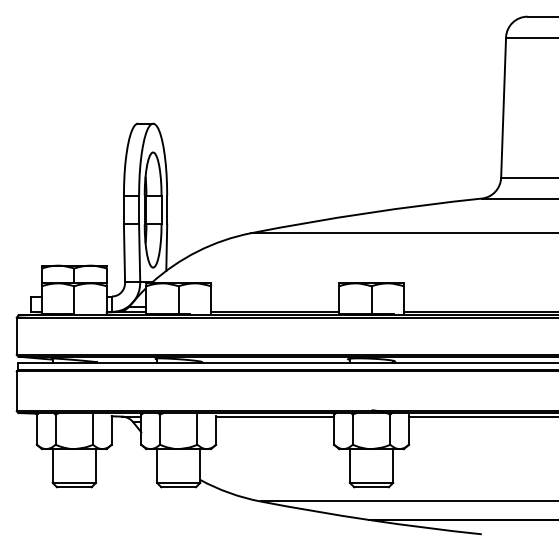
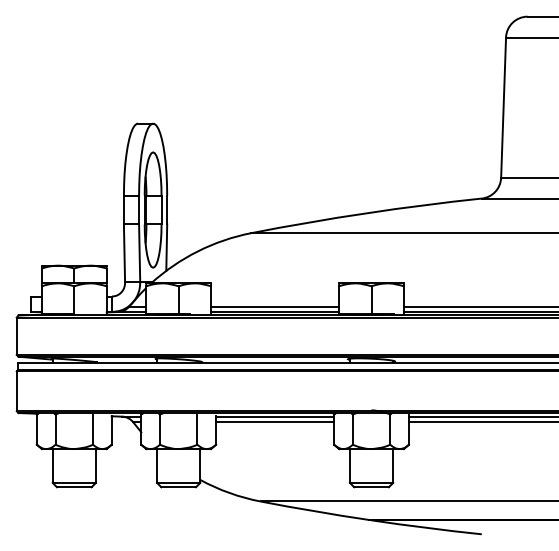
line at (275, 306): none -> present
line at (479, 306): none -> present
line at (275, 422): none -> present
line at (481, 422): none -> present
